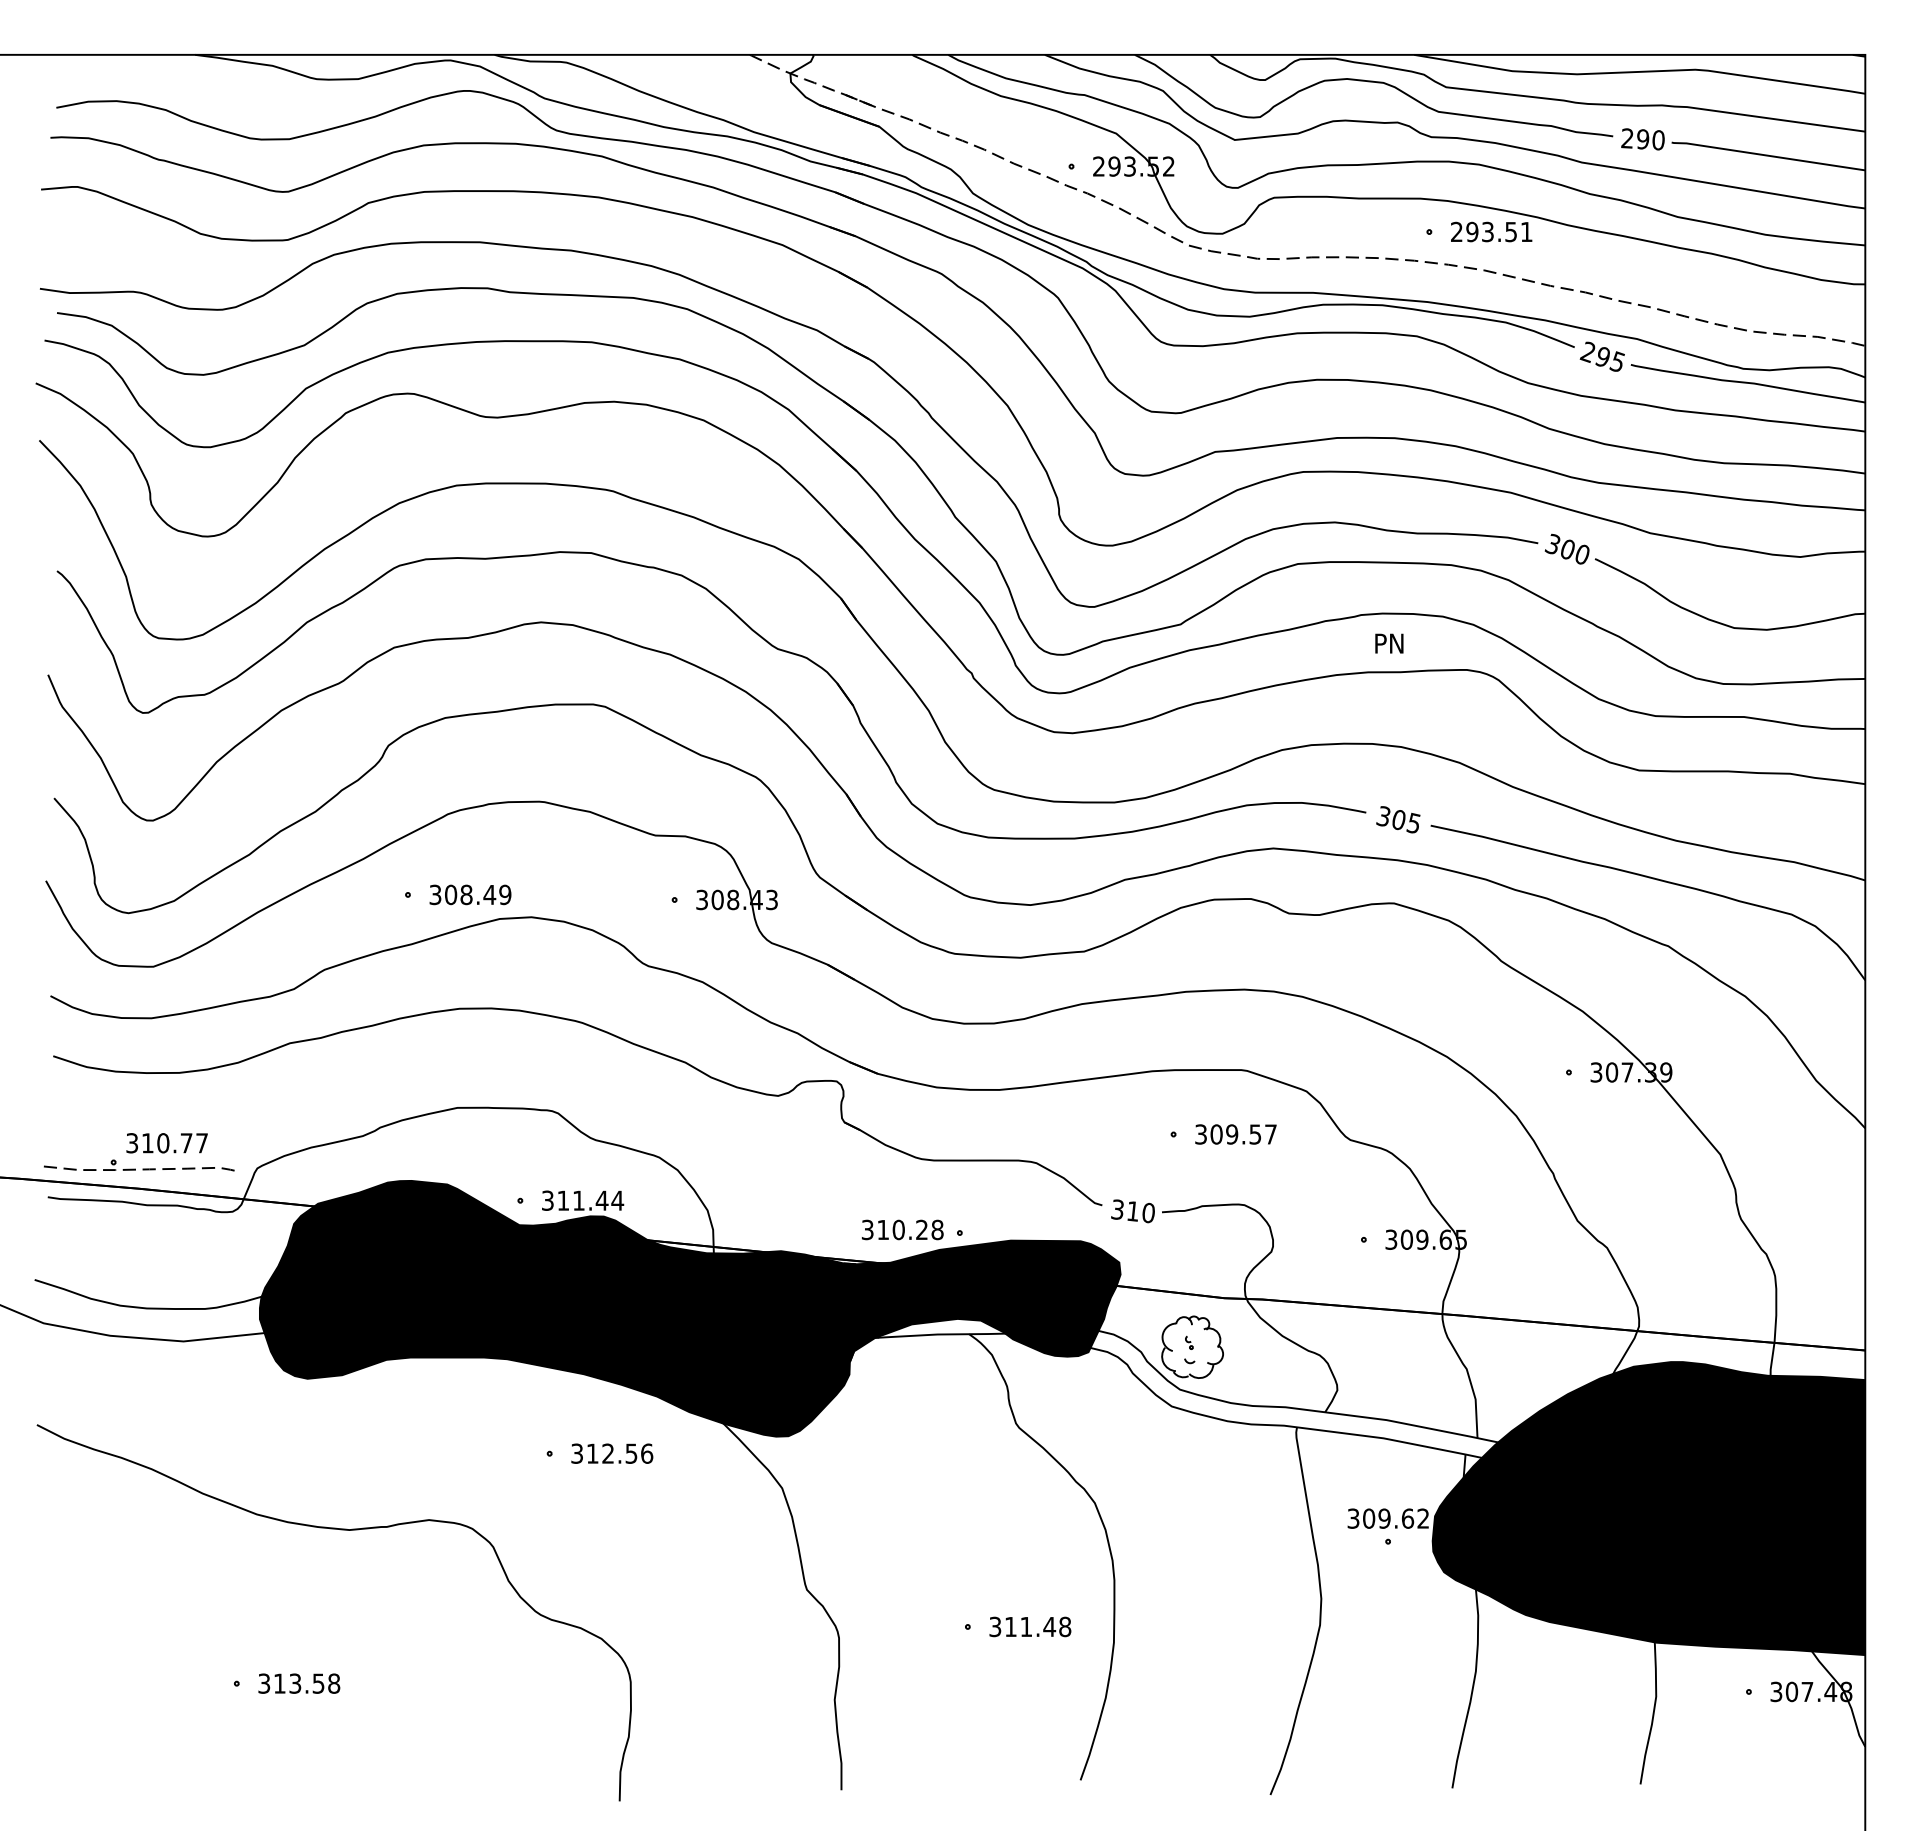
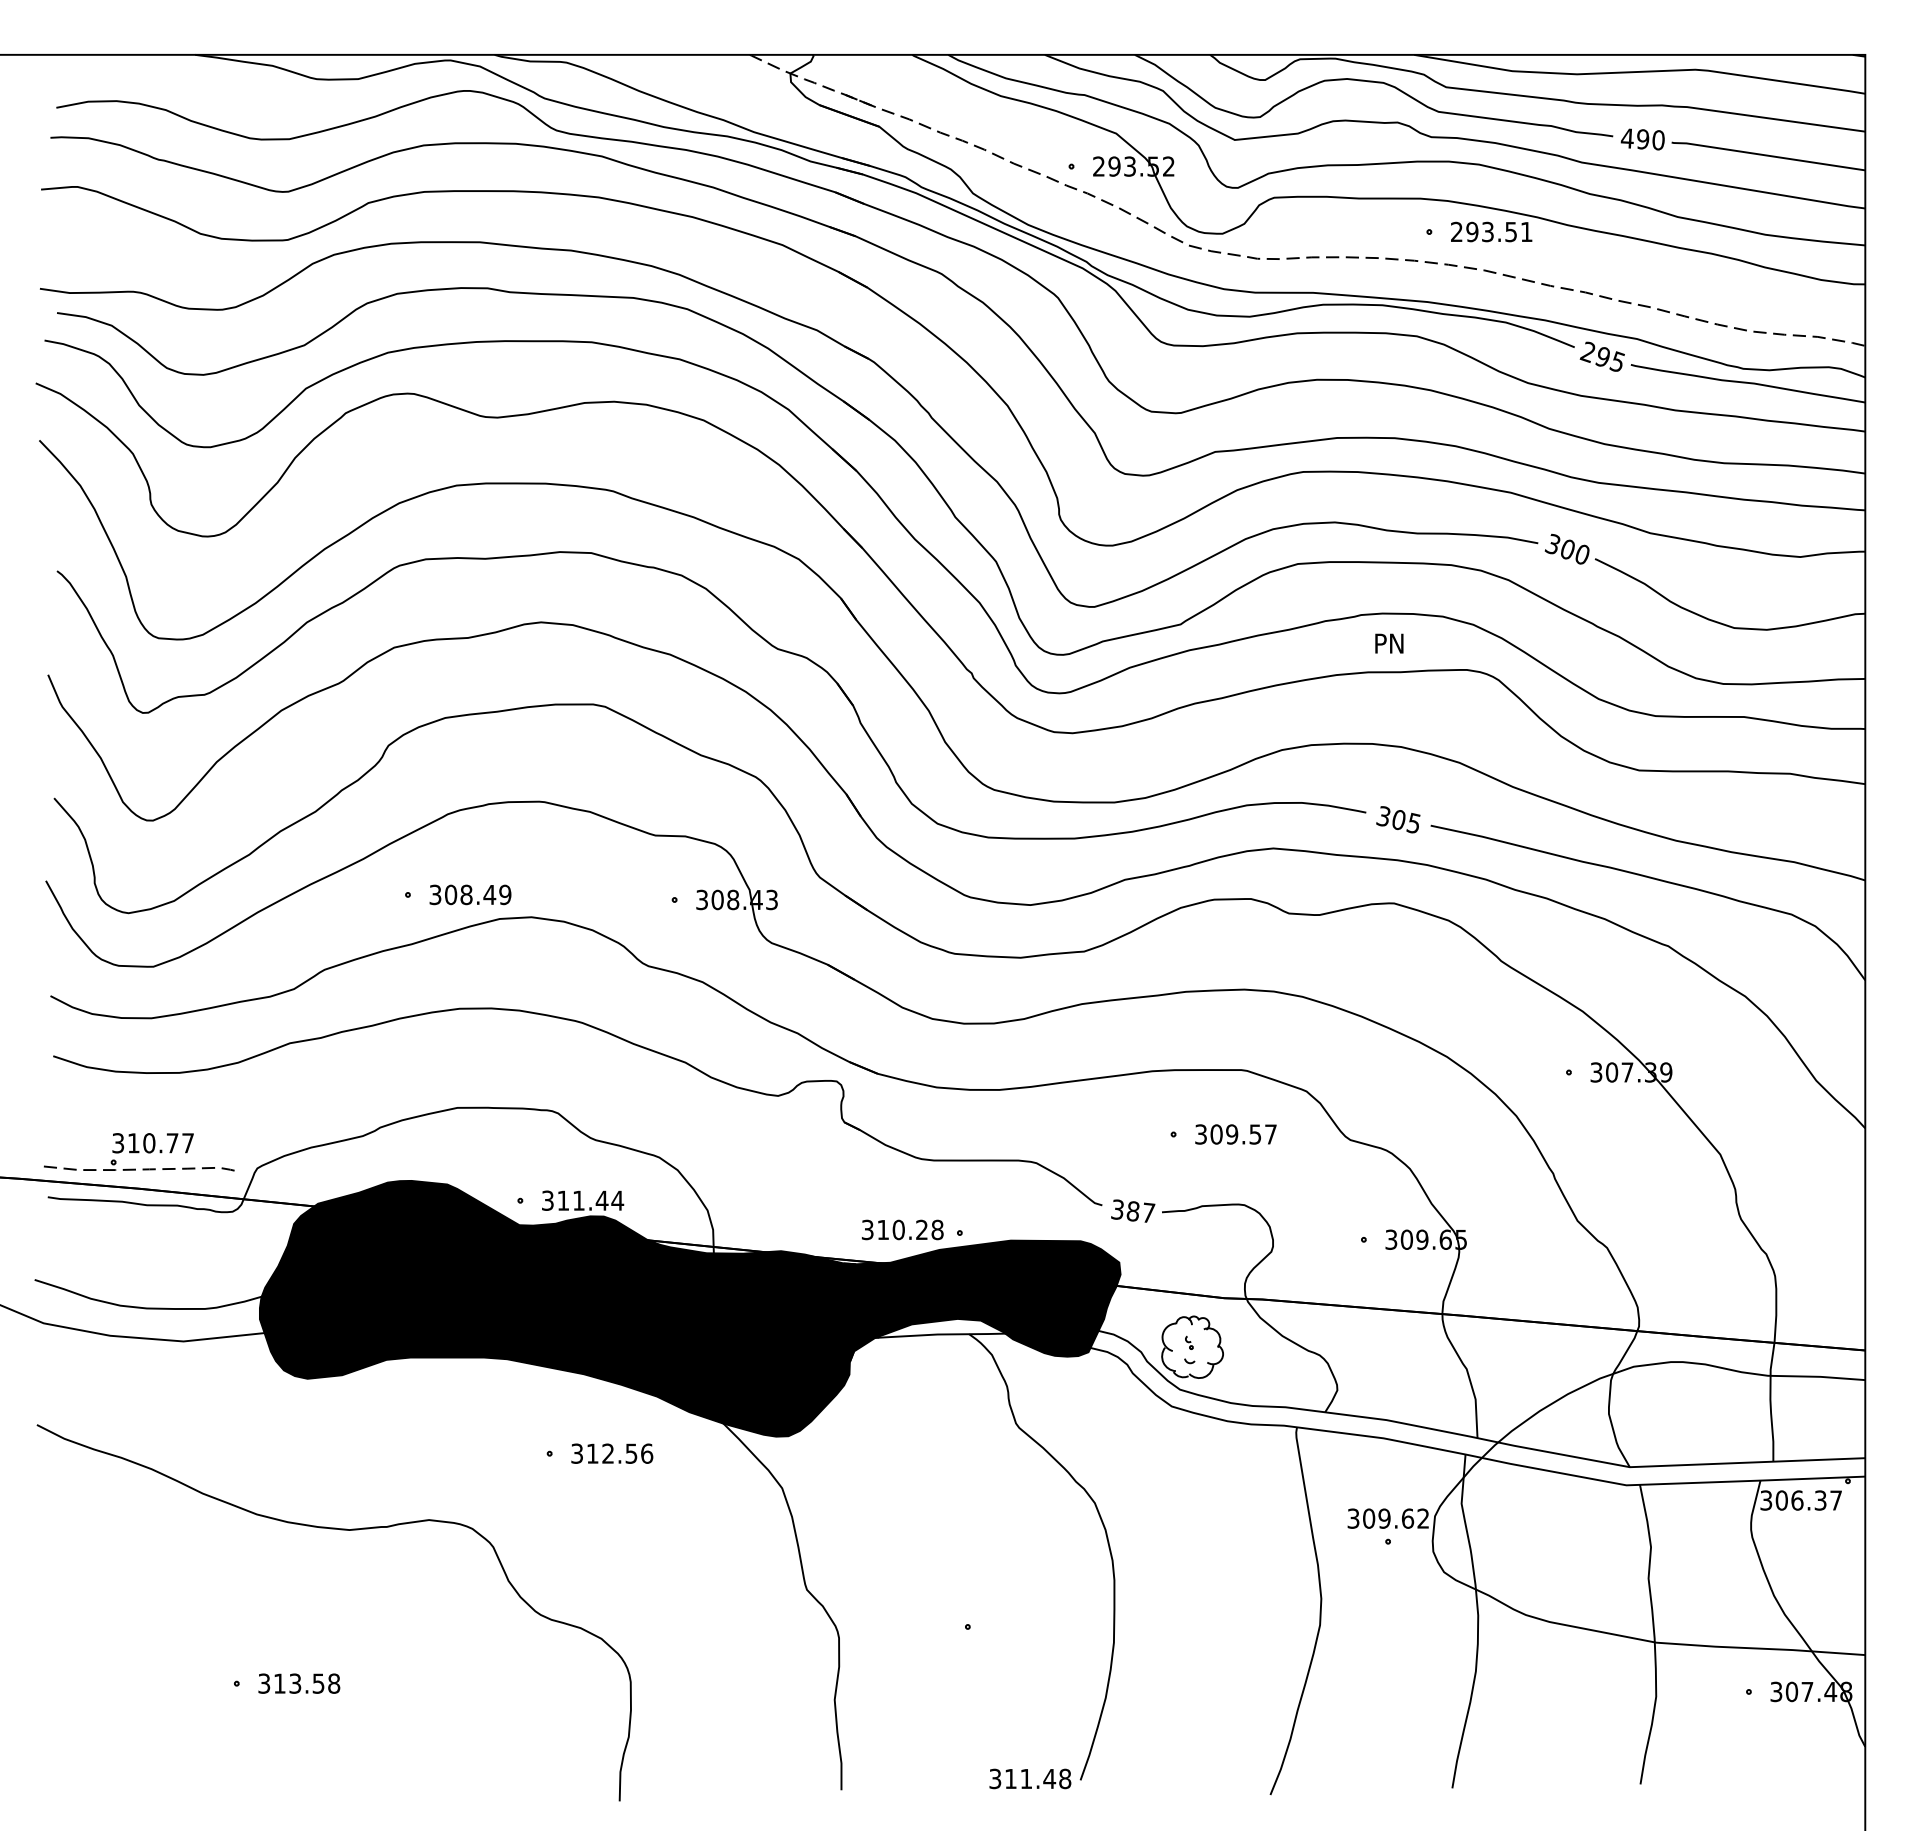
text at (1626, 138): 290 -> 490
text at (166, 1143) position: (166, 1143) -> (152, 1143)
text at (1140, 1212): 310 -> 387
fill at (1648, 1508): present -> none
text at (1030, 1626) position: (1030, 1626) -> (1030, 1778)
